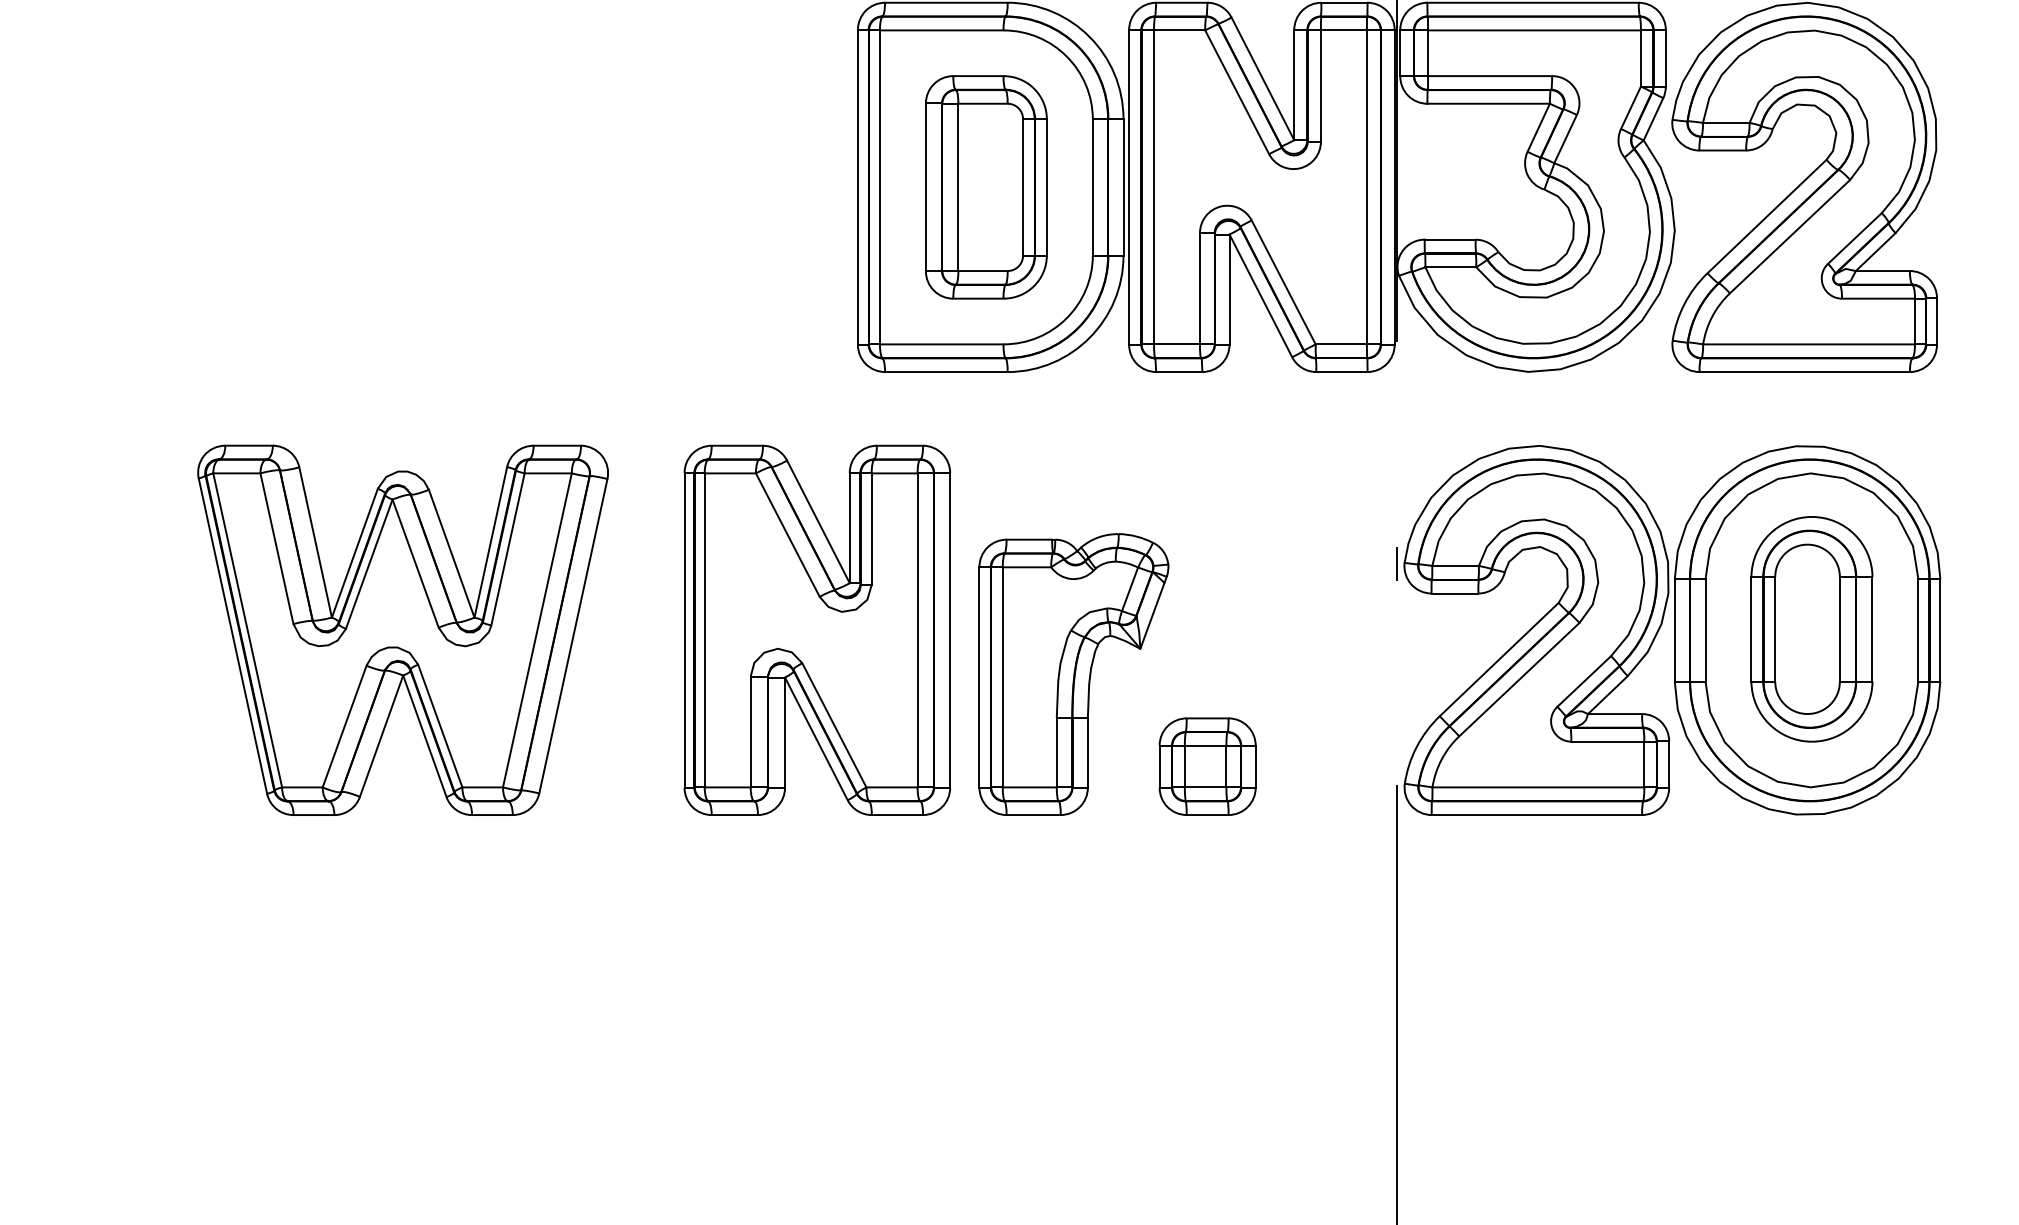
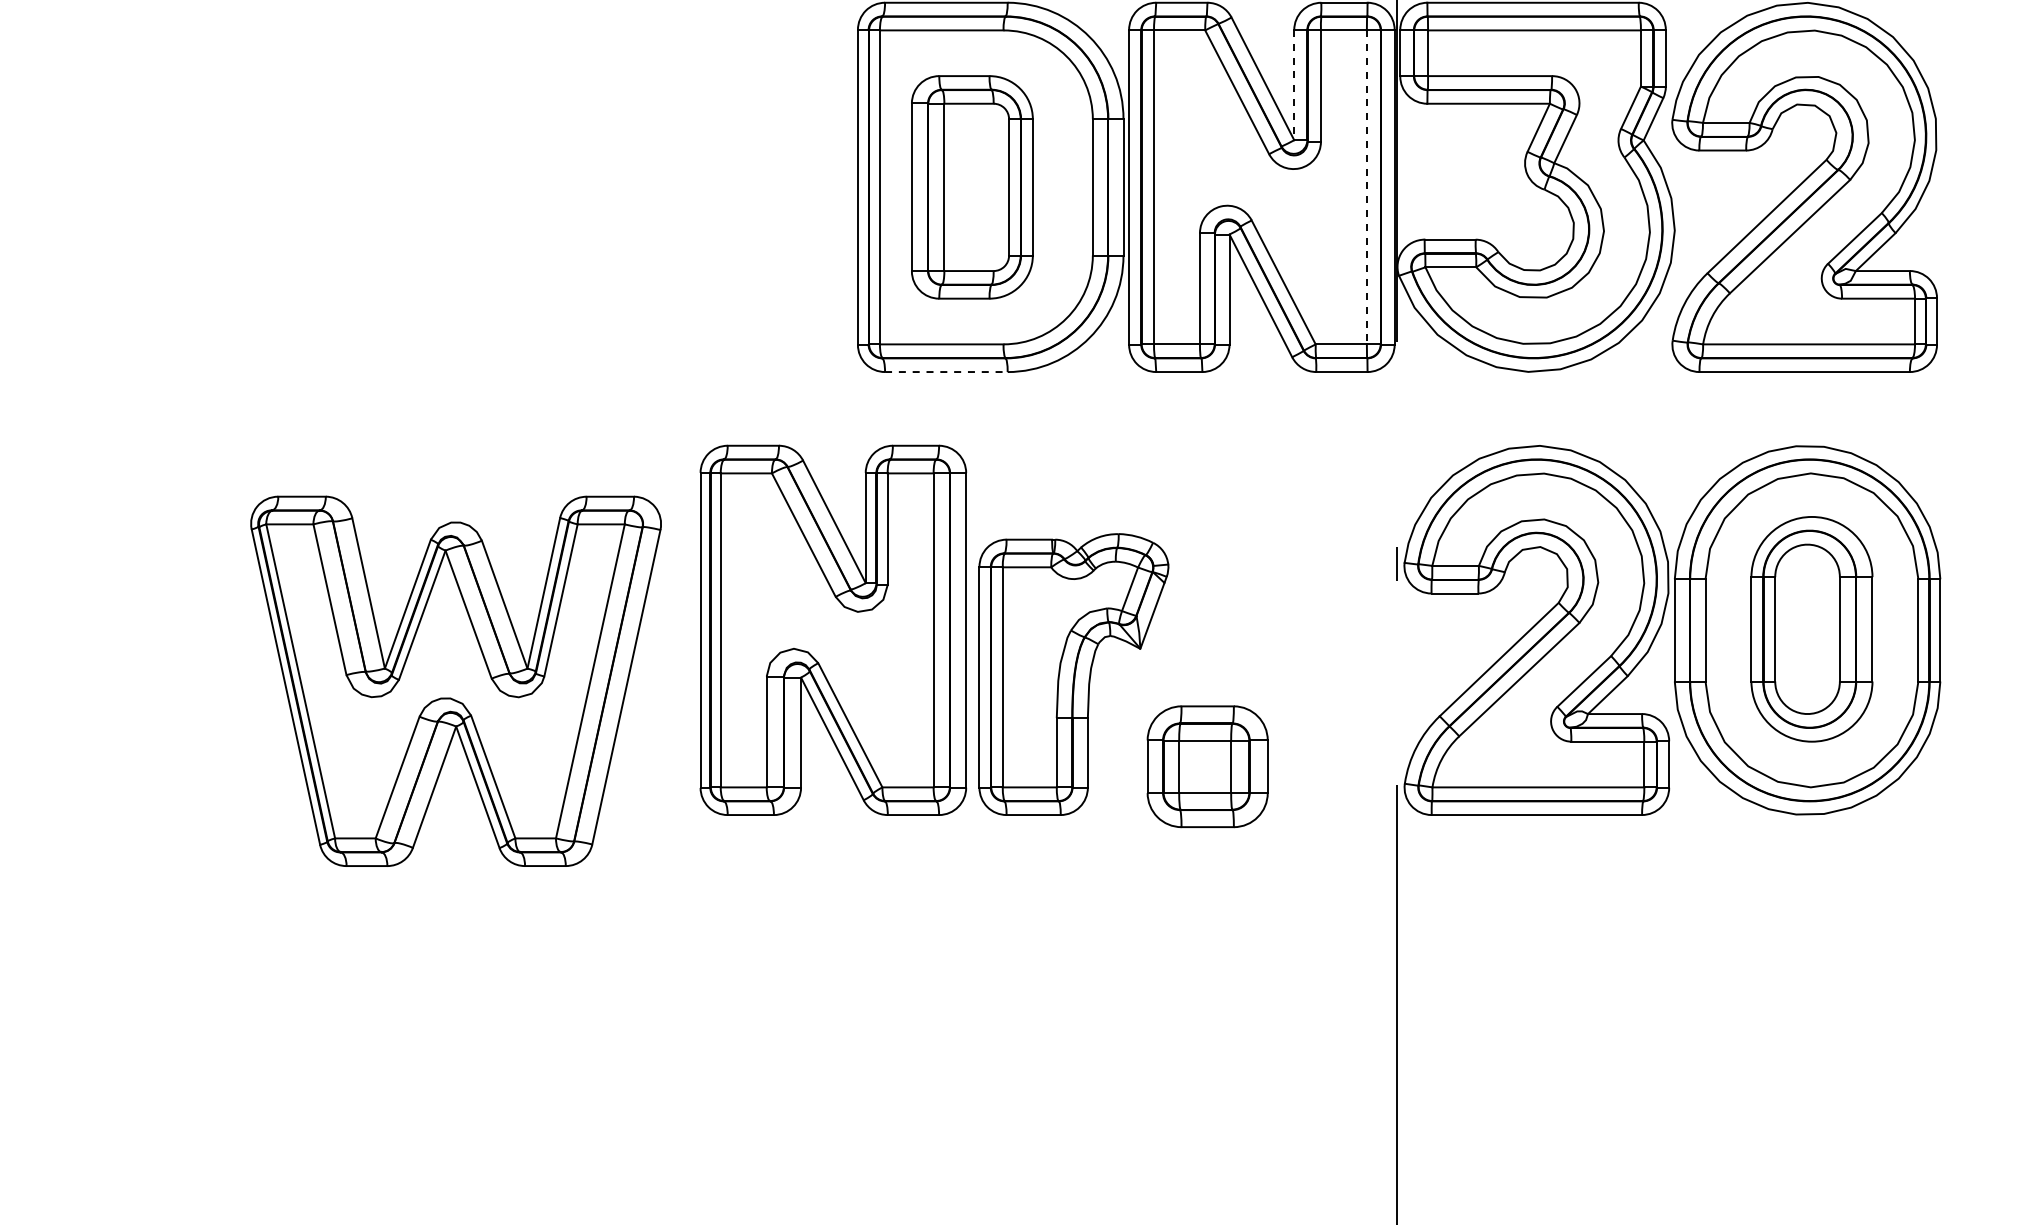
line at (1294, 85): solid -> dashed
part at (986, 187) position: (986, 187) -> (972, 187)
line at (1366, 187): solid -> dashed
line at (946, 372): solid -> dashed
part at (402, 629) position: (402, 629) -> (455, 680)
part at (817, 629) position: (817, 629) -> (833, 629)
part at (1207, 766) size: 99x99 px -> 123x124 px
